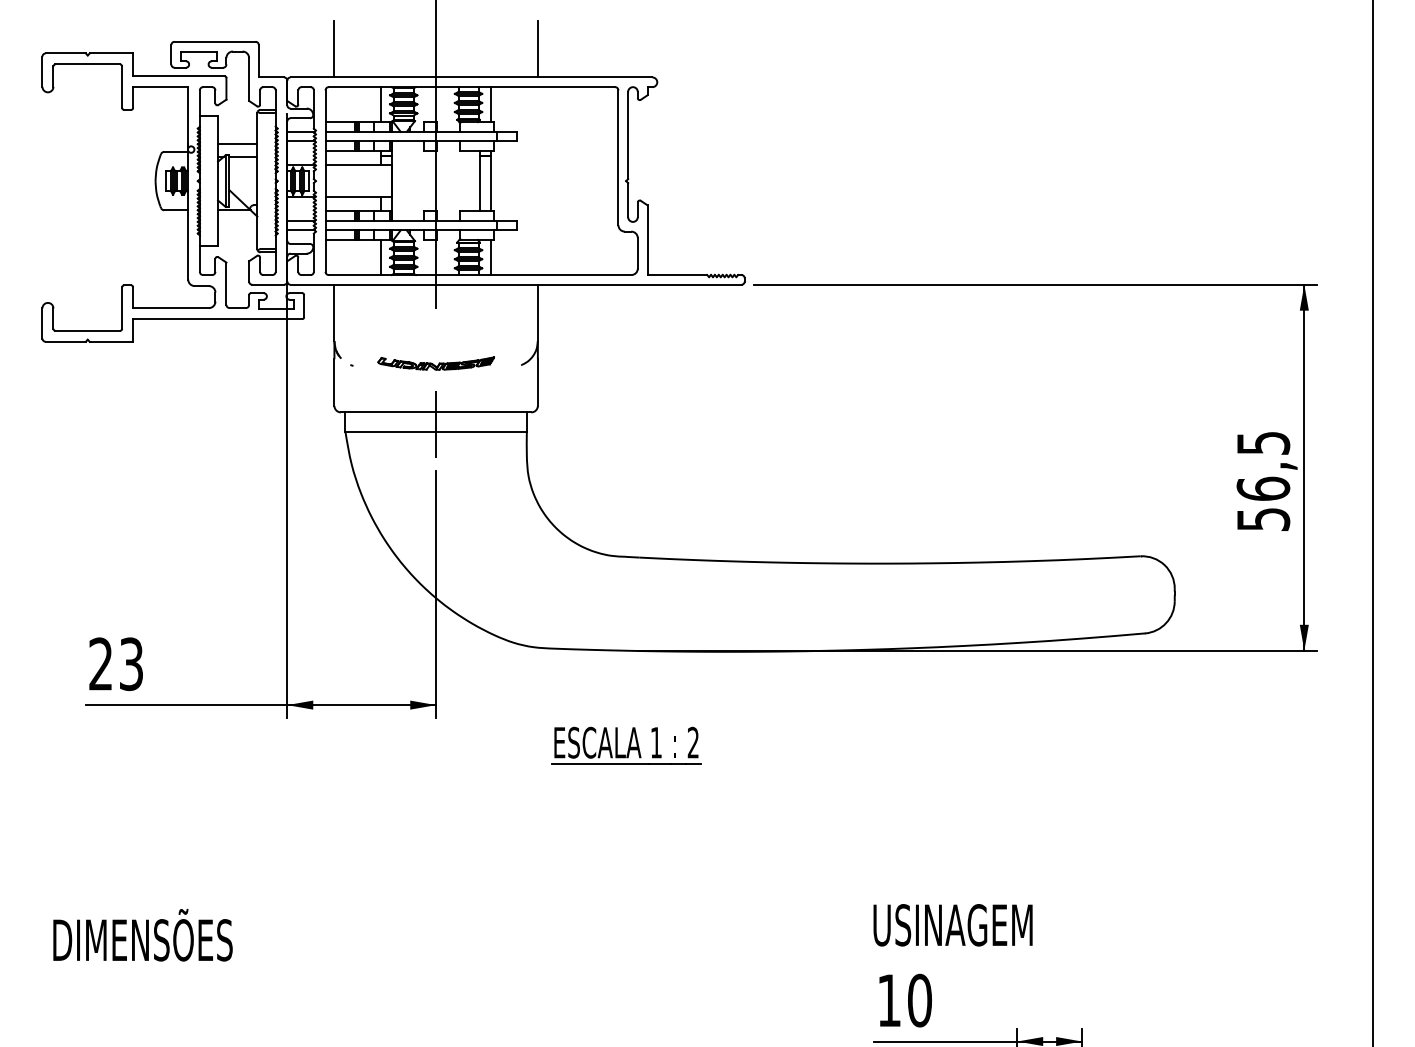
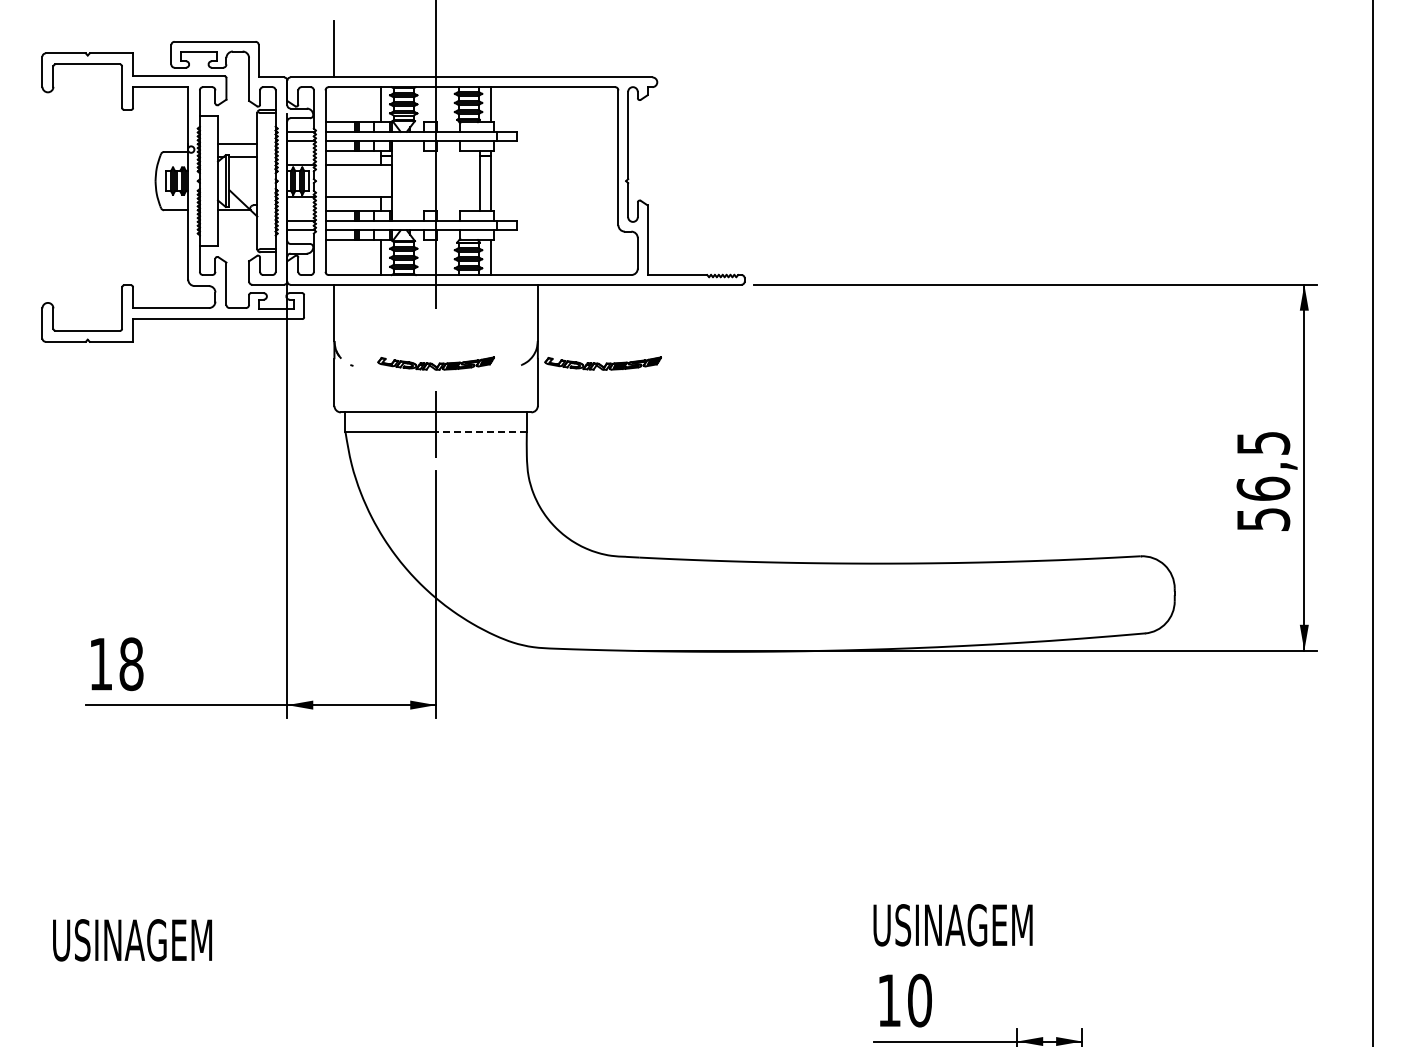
line at (537, 49): present -> none
part at (602, 363): none -> present
line at (481, 431): solid -> dashed
text at (116, 664): 23 -> 18
part at (626, 745): present -> none
text at (142, 935): DIMENSÕES -> USINAGEM
